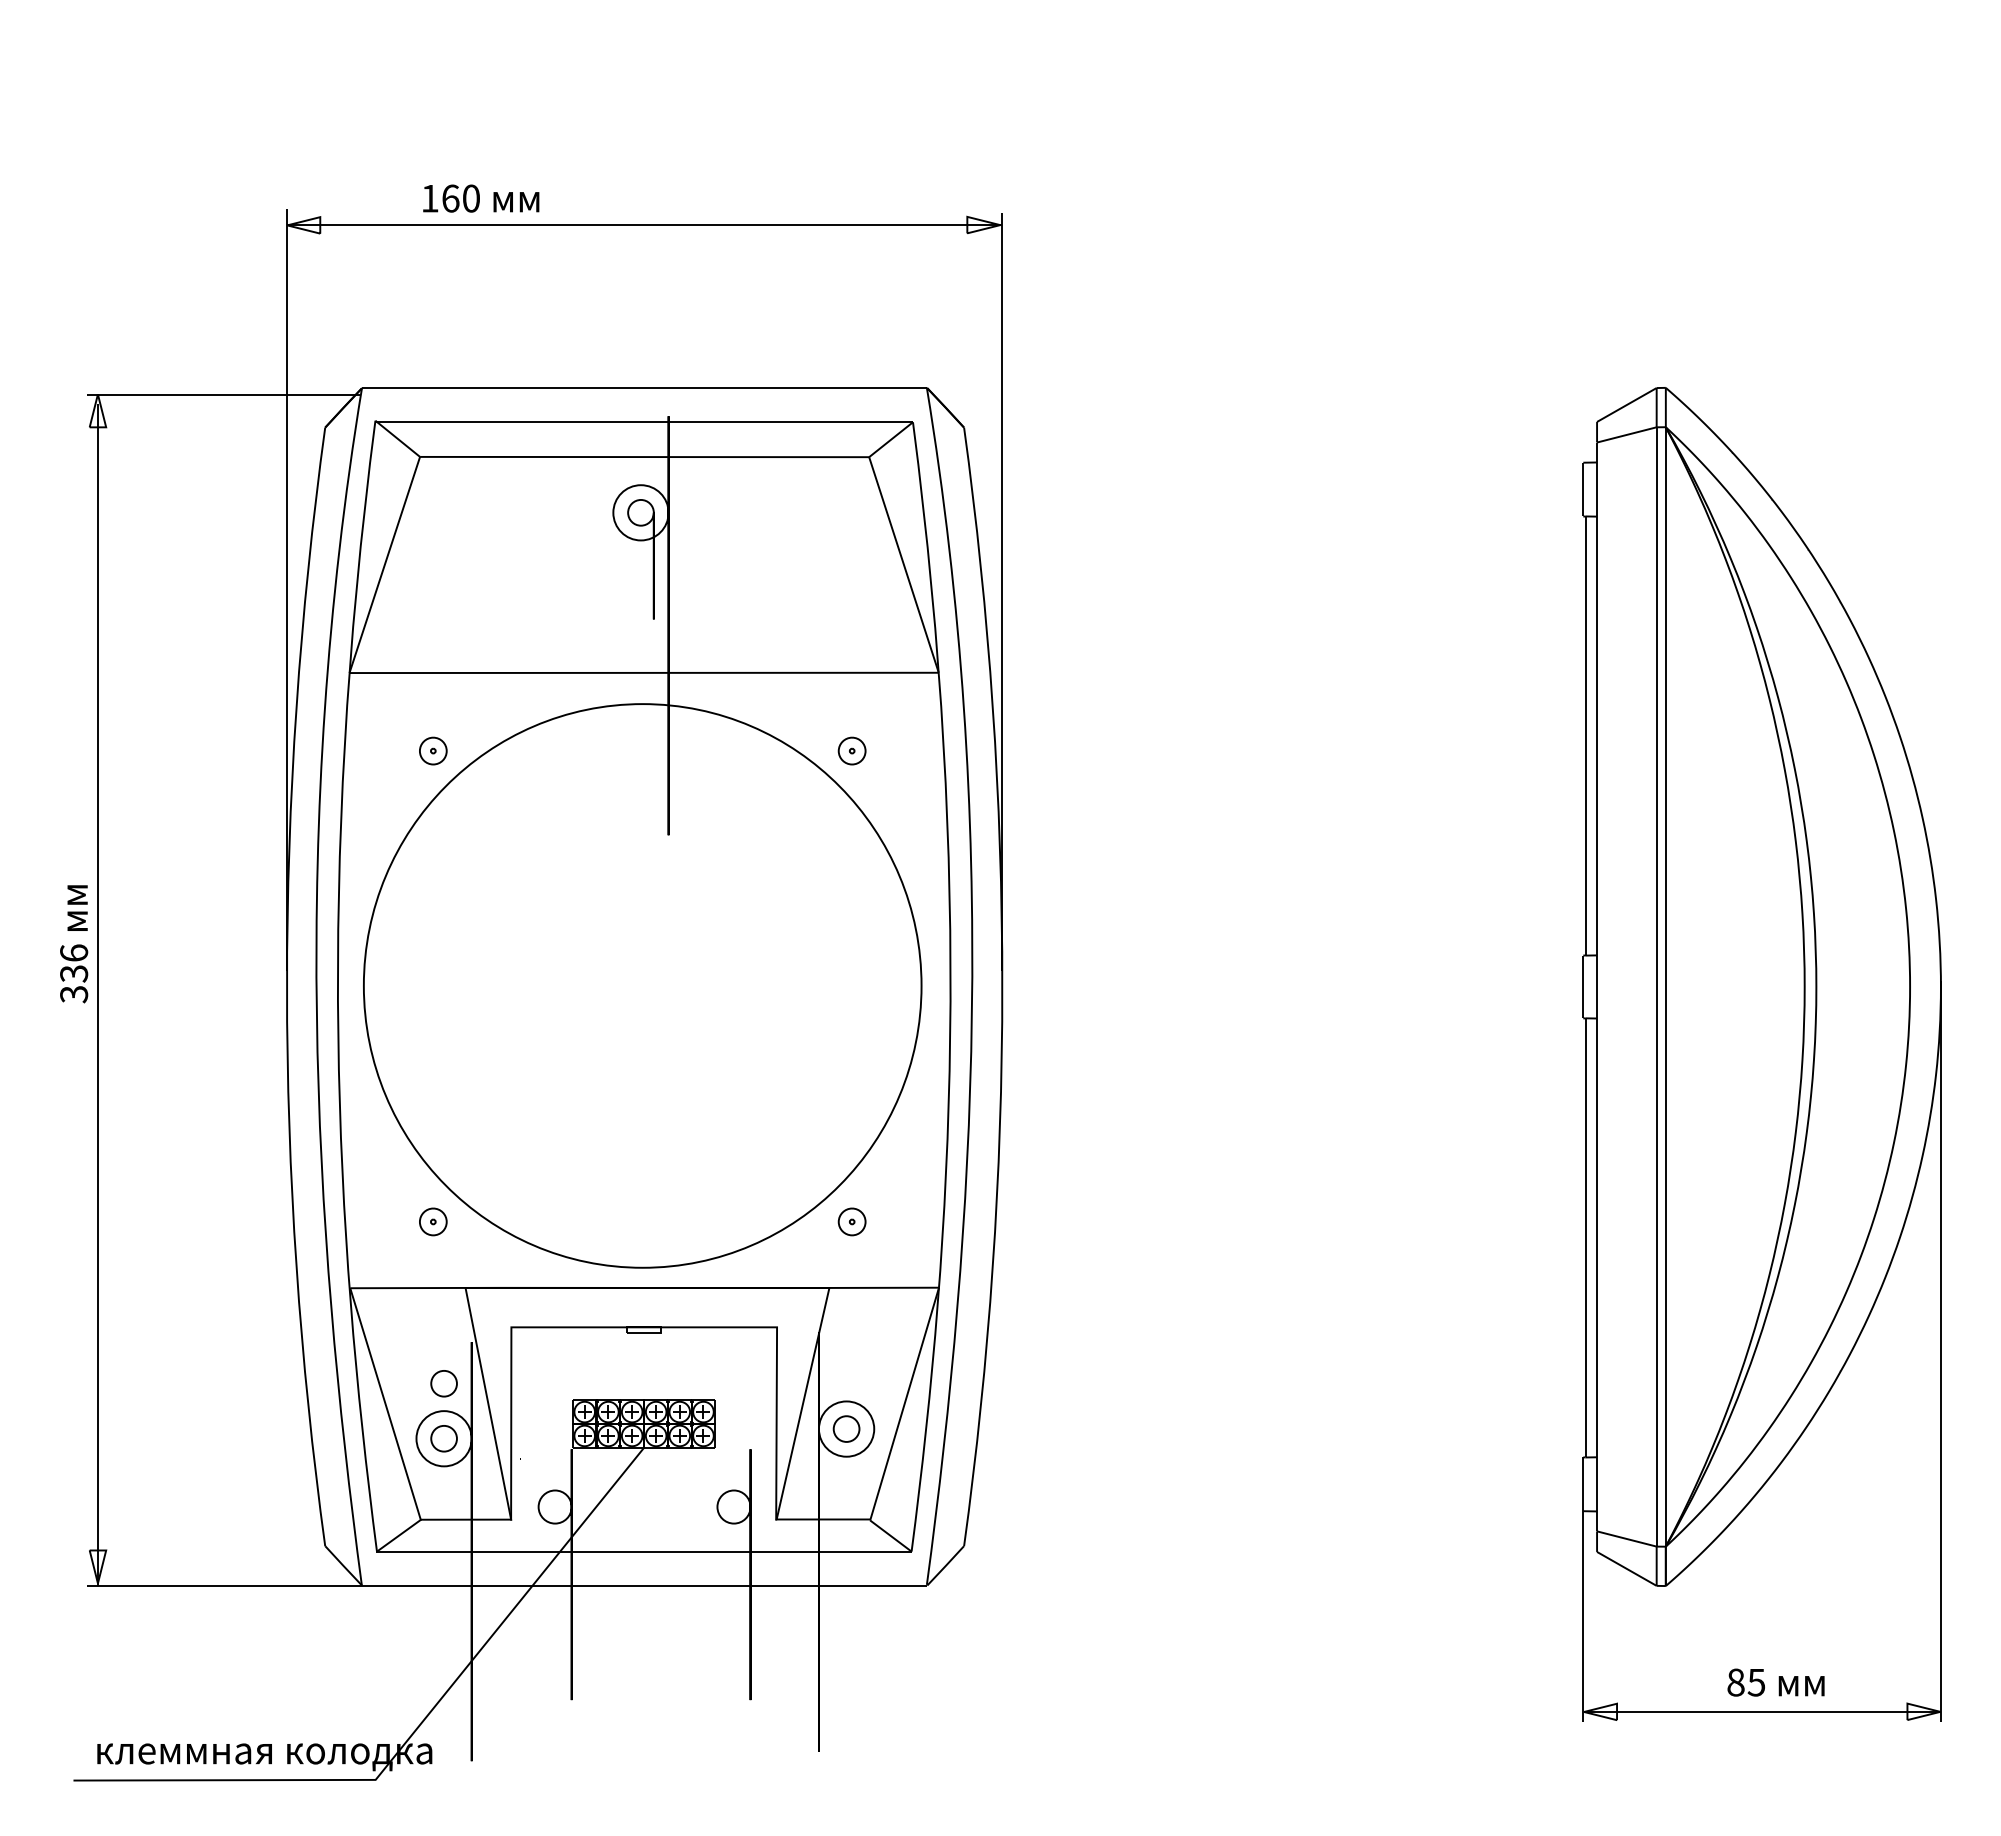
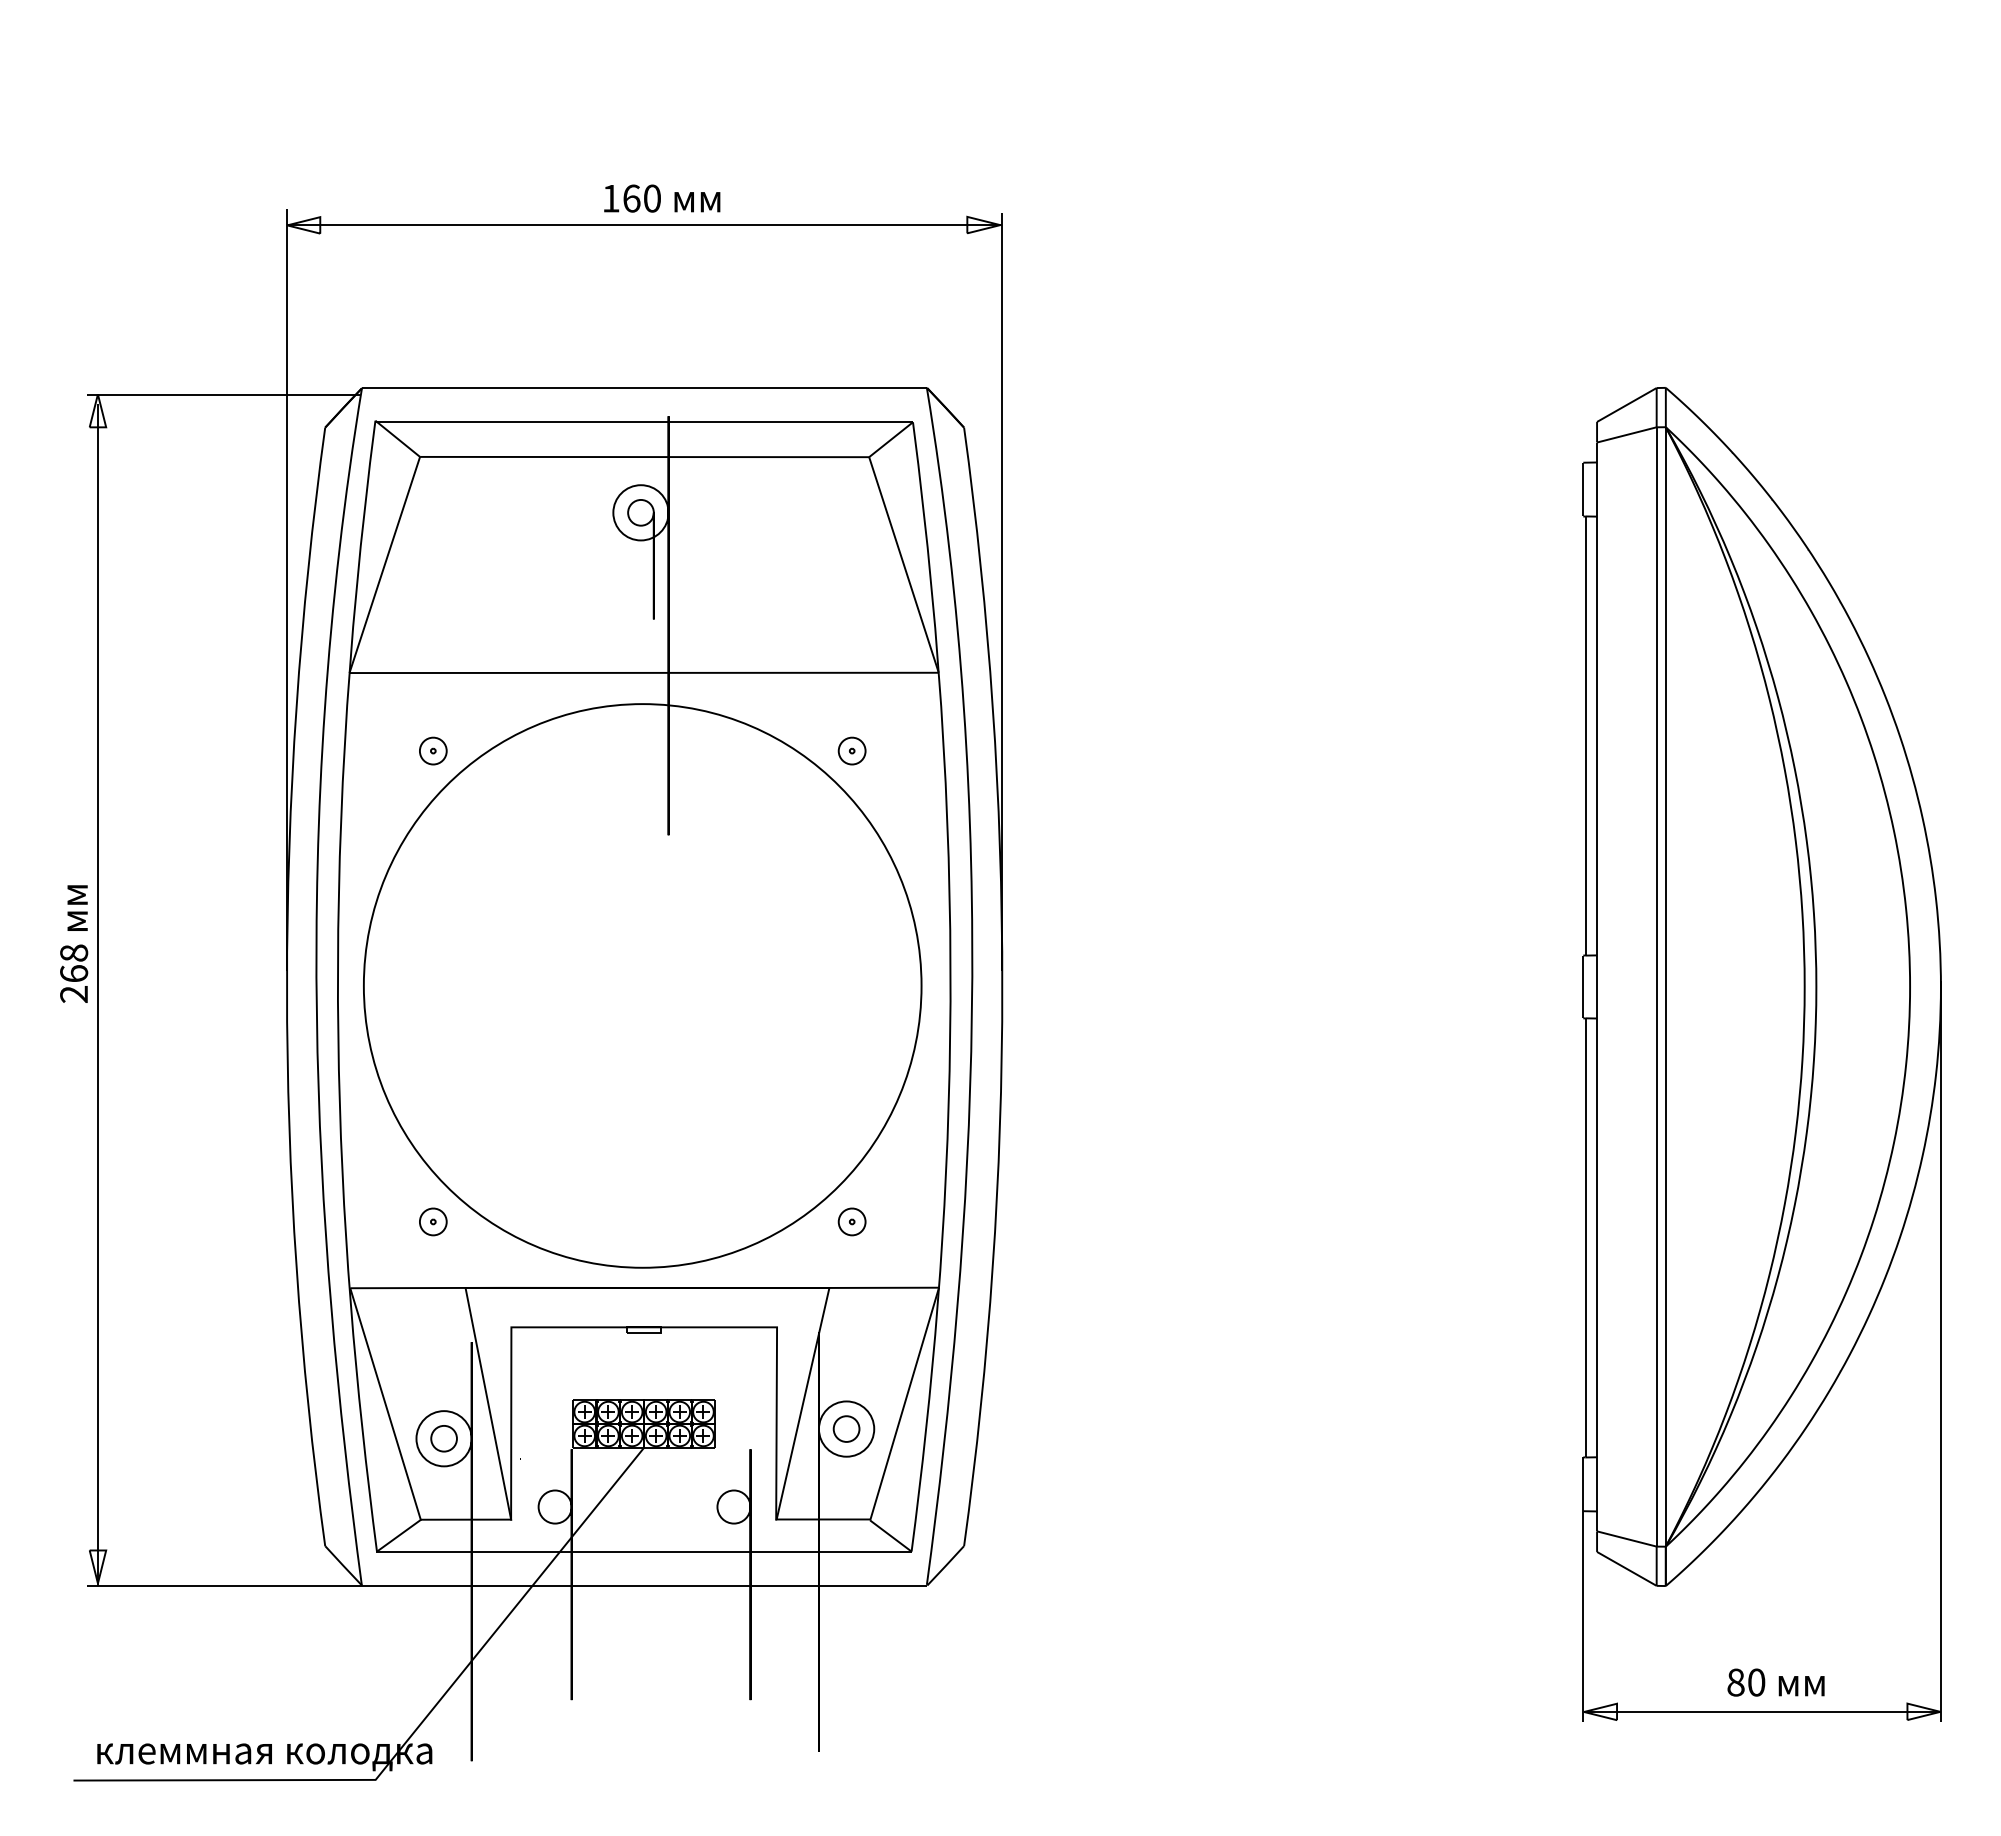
text at (481, 198) position: (481, 198) -> (662, 198)
text at (74, 973): 336 -> 268
part at (443, 1383): present -> none
text at (1756, 1682): 85 -> 80
